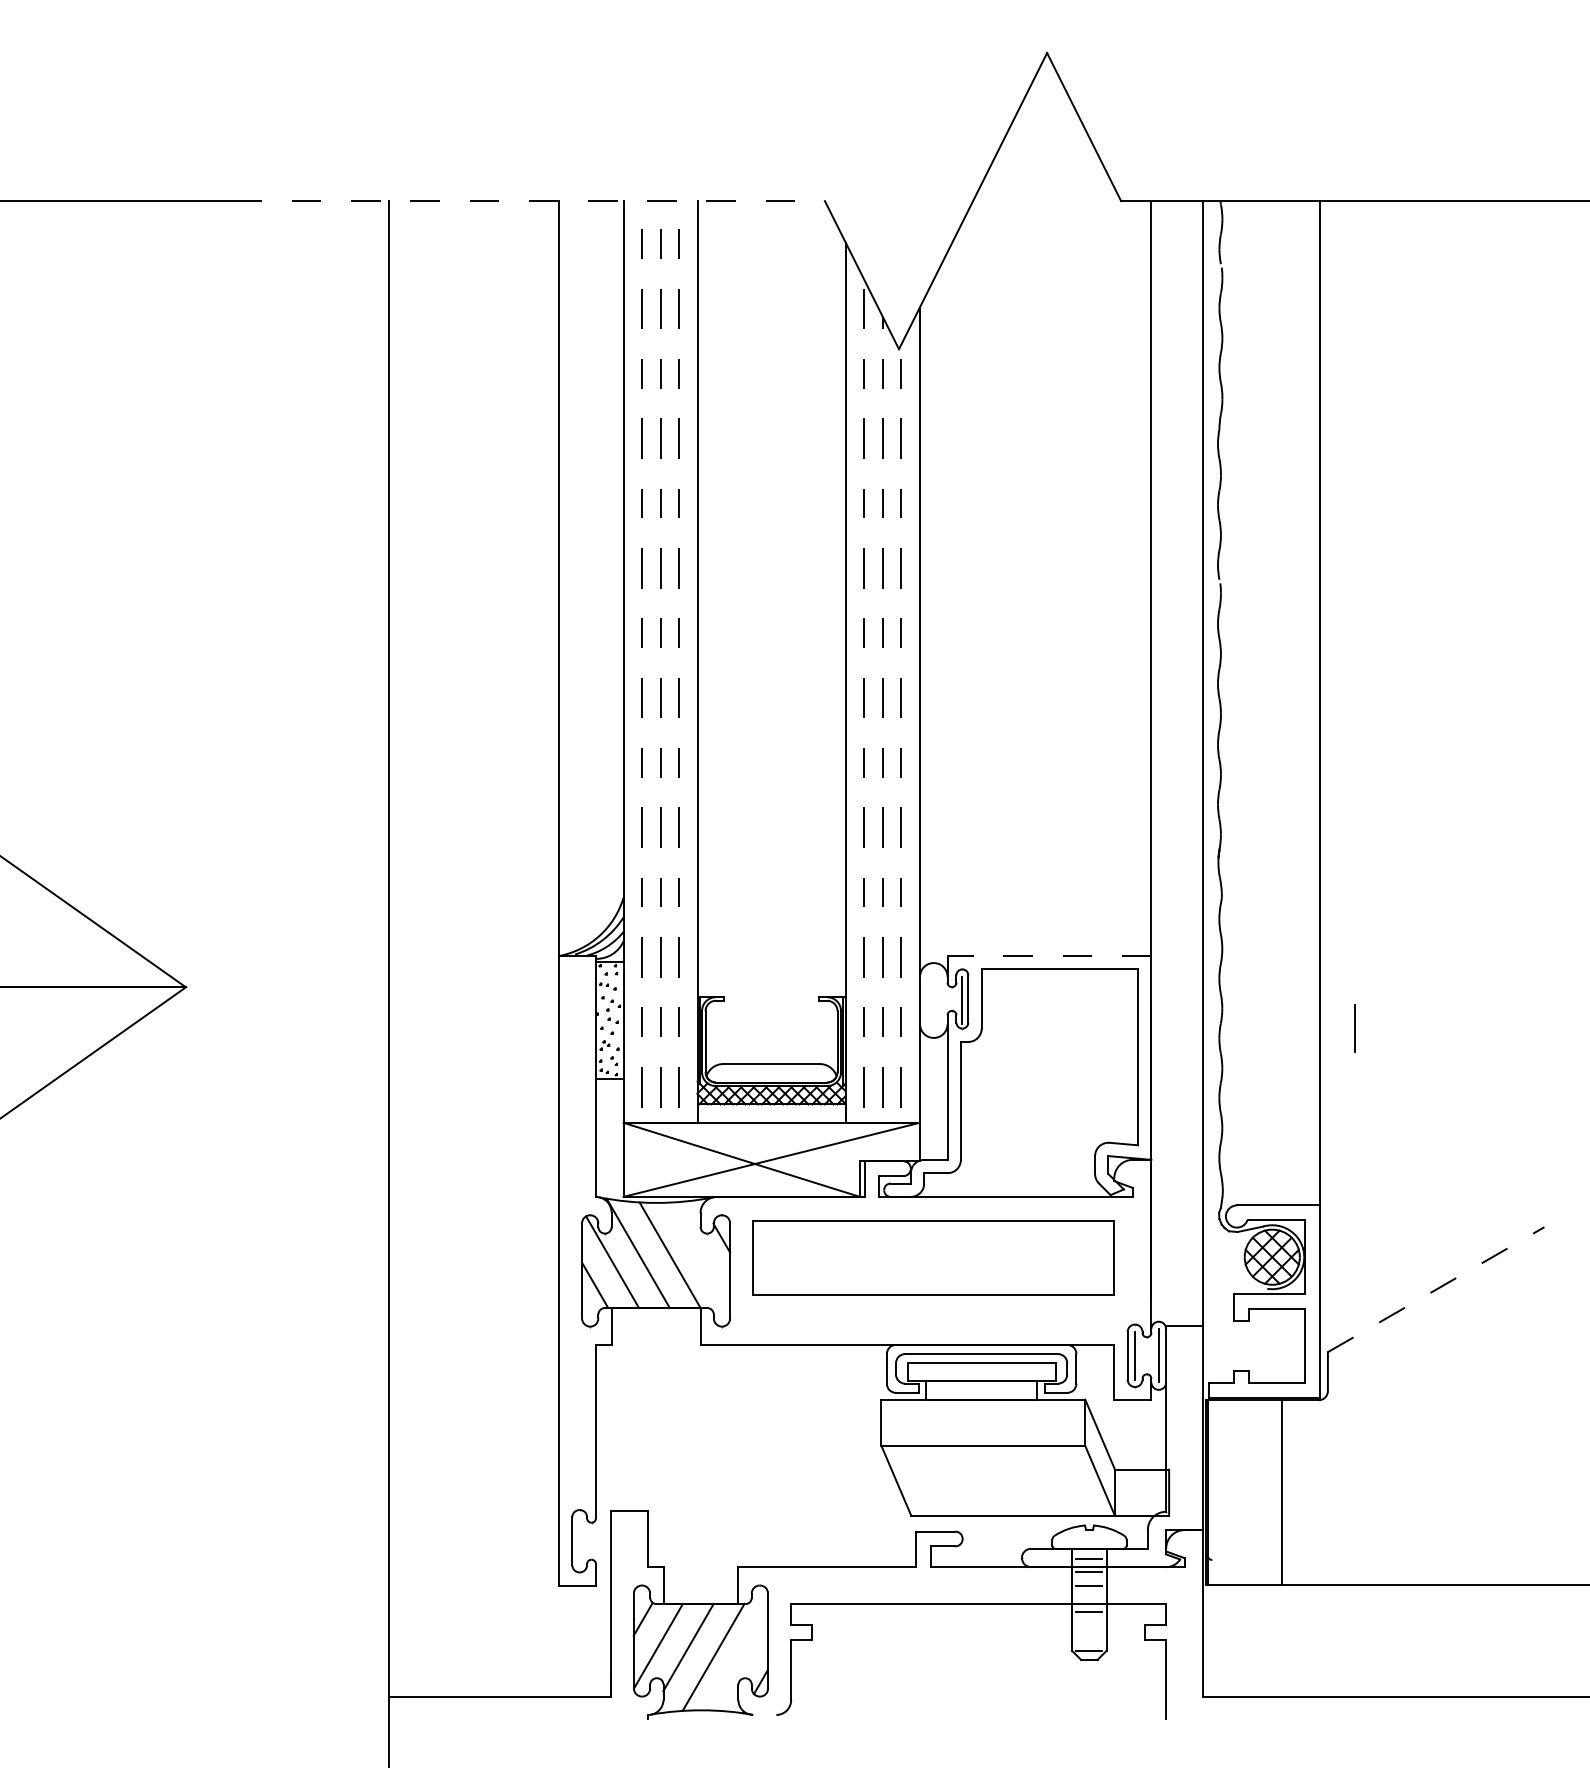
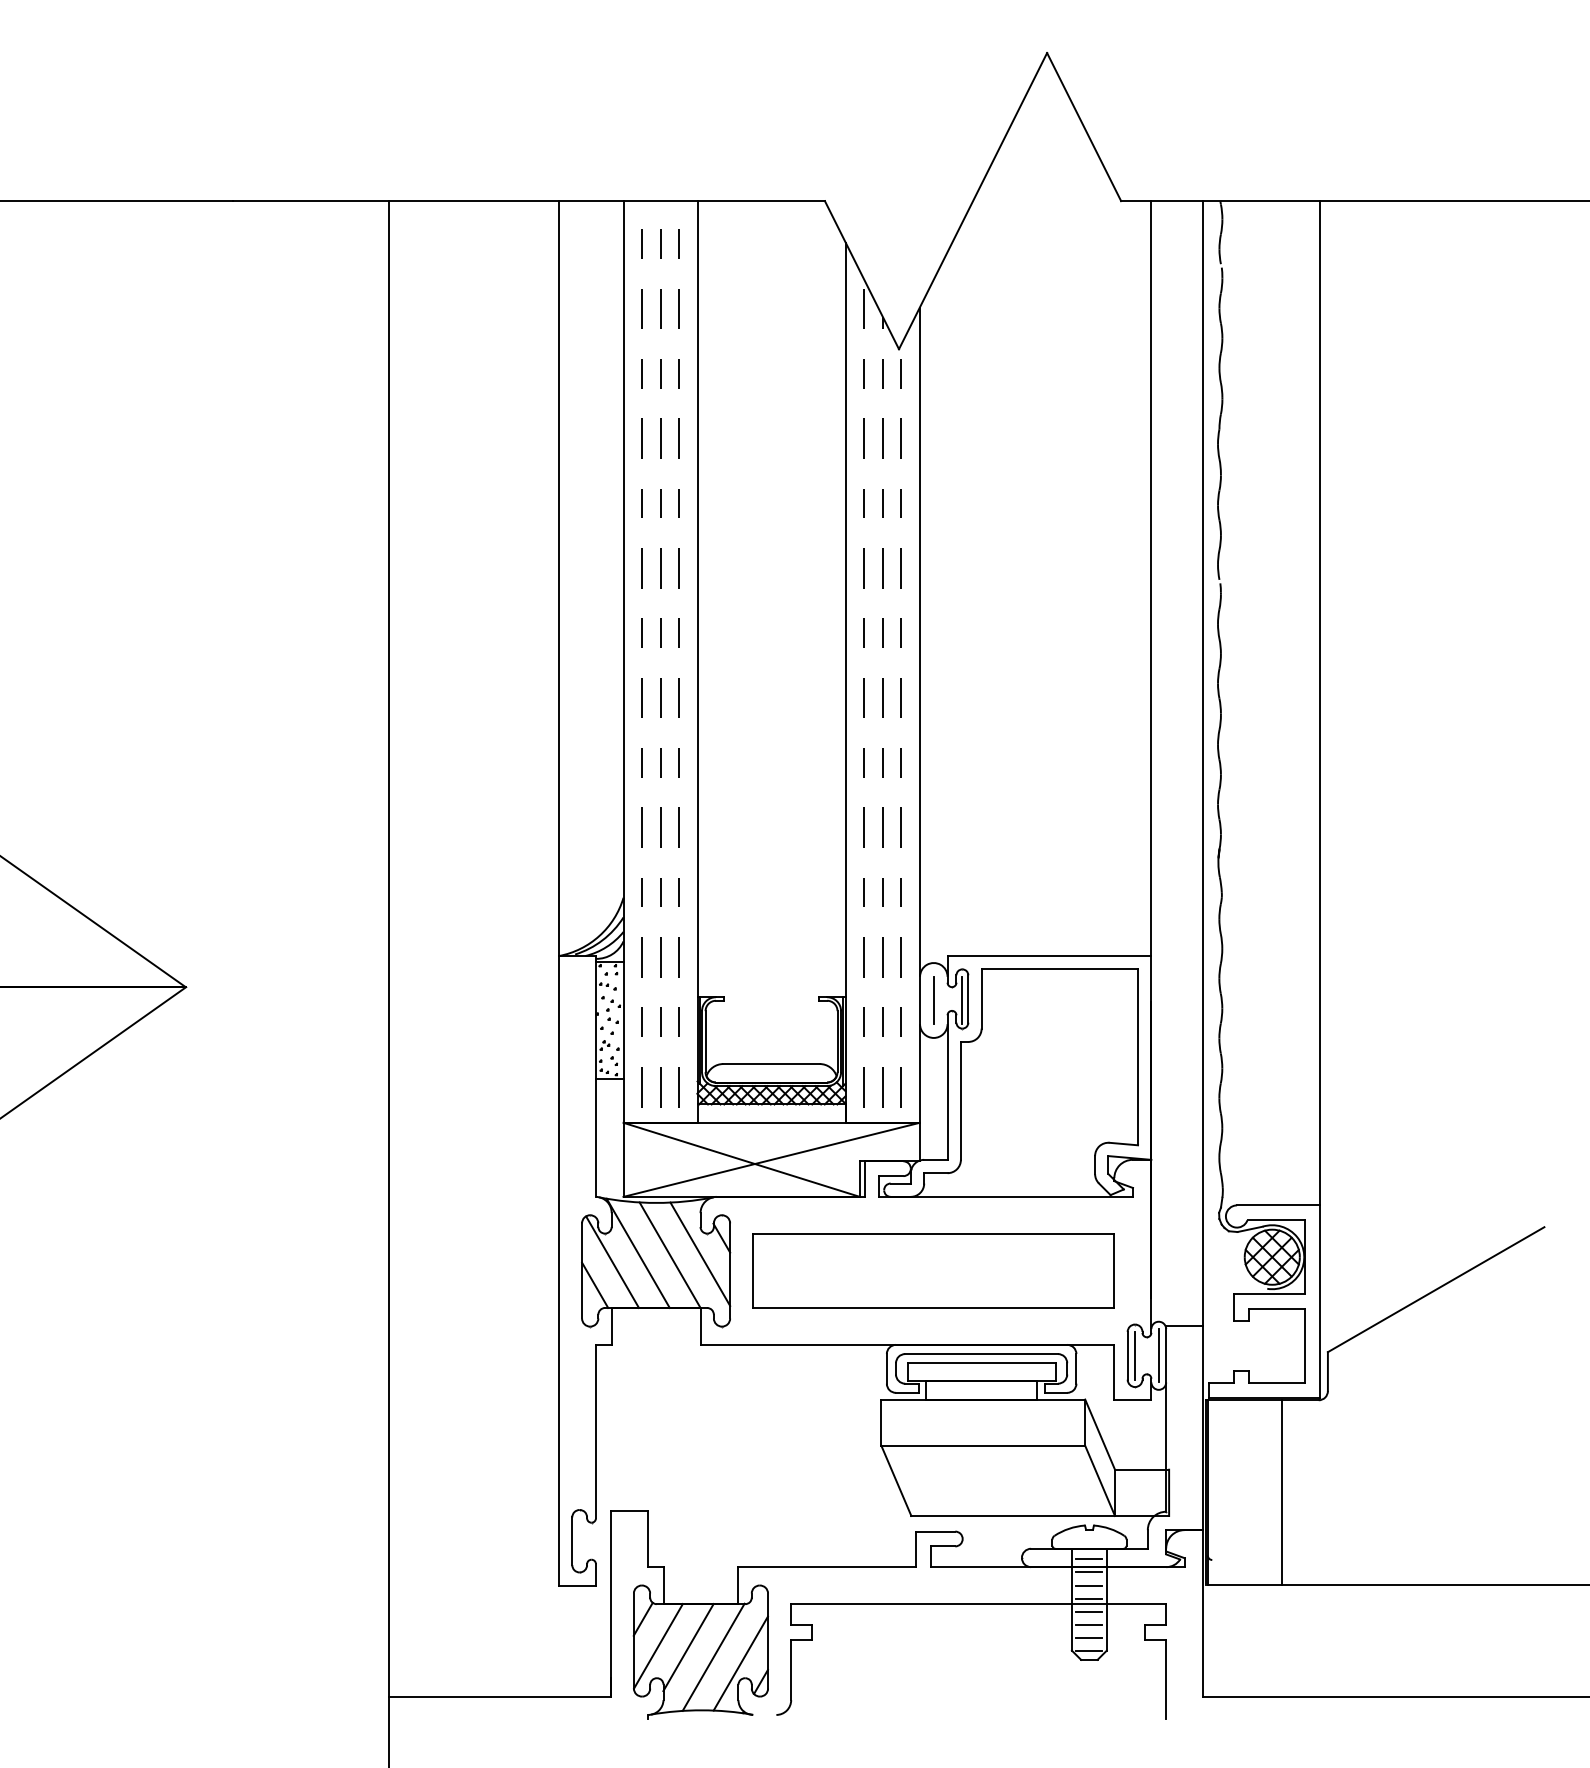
line at (529, 201): dashed -> solid
line at (1049, 956): dashed -> solid
line at (1354, 1028) position: (1354, 1028) -> (933, 1000)
line at (700, 1253): none -> present
part at (933, 1257) position: (933, 1257) -> (933, 1270)
line at (1436, 1289): dashed -> solid
line at (1089, 1598): none -> present
line at (1089, 1624): none -> present
line at (1089, 1637): none -> present
line at (740, 1663): none -> present
